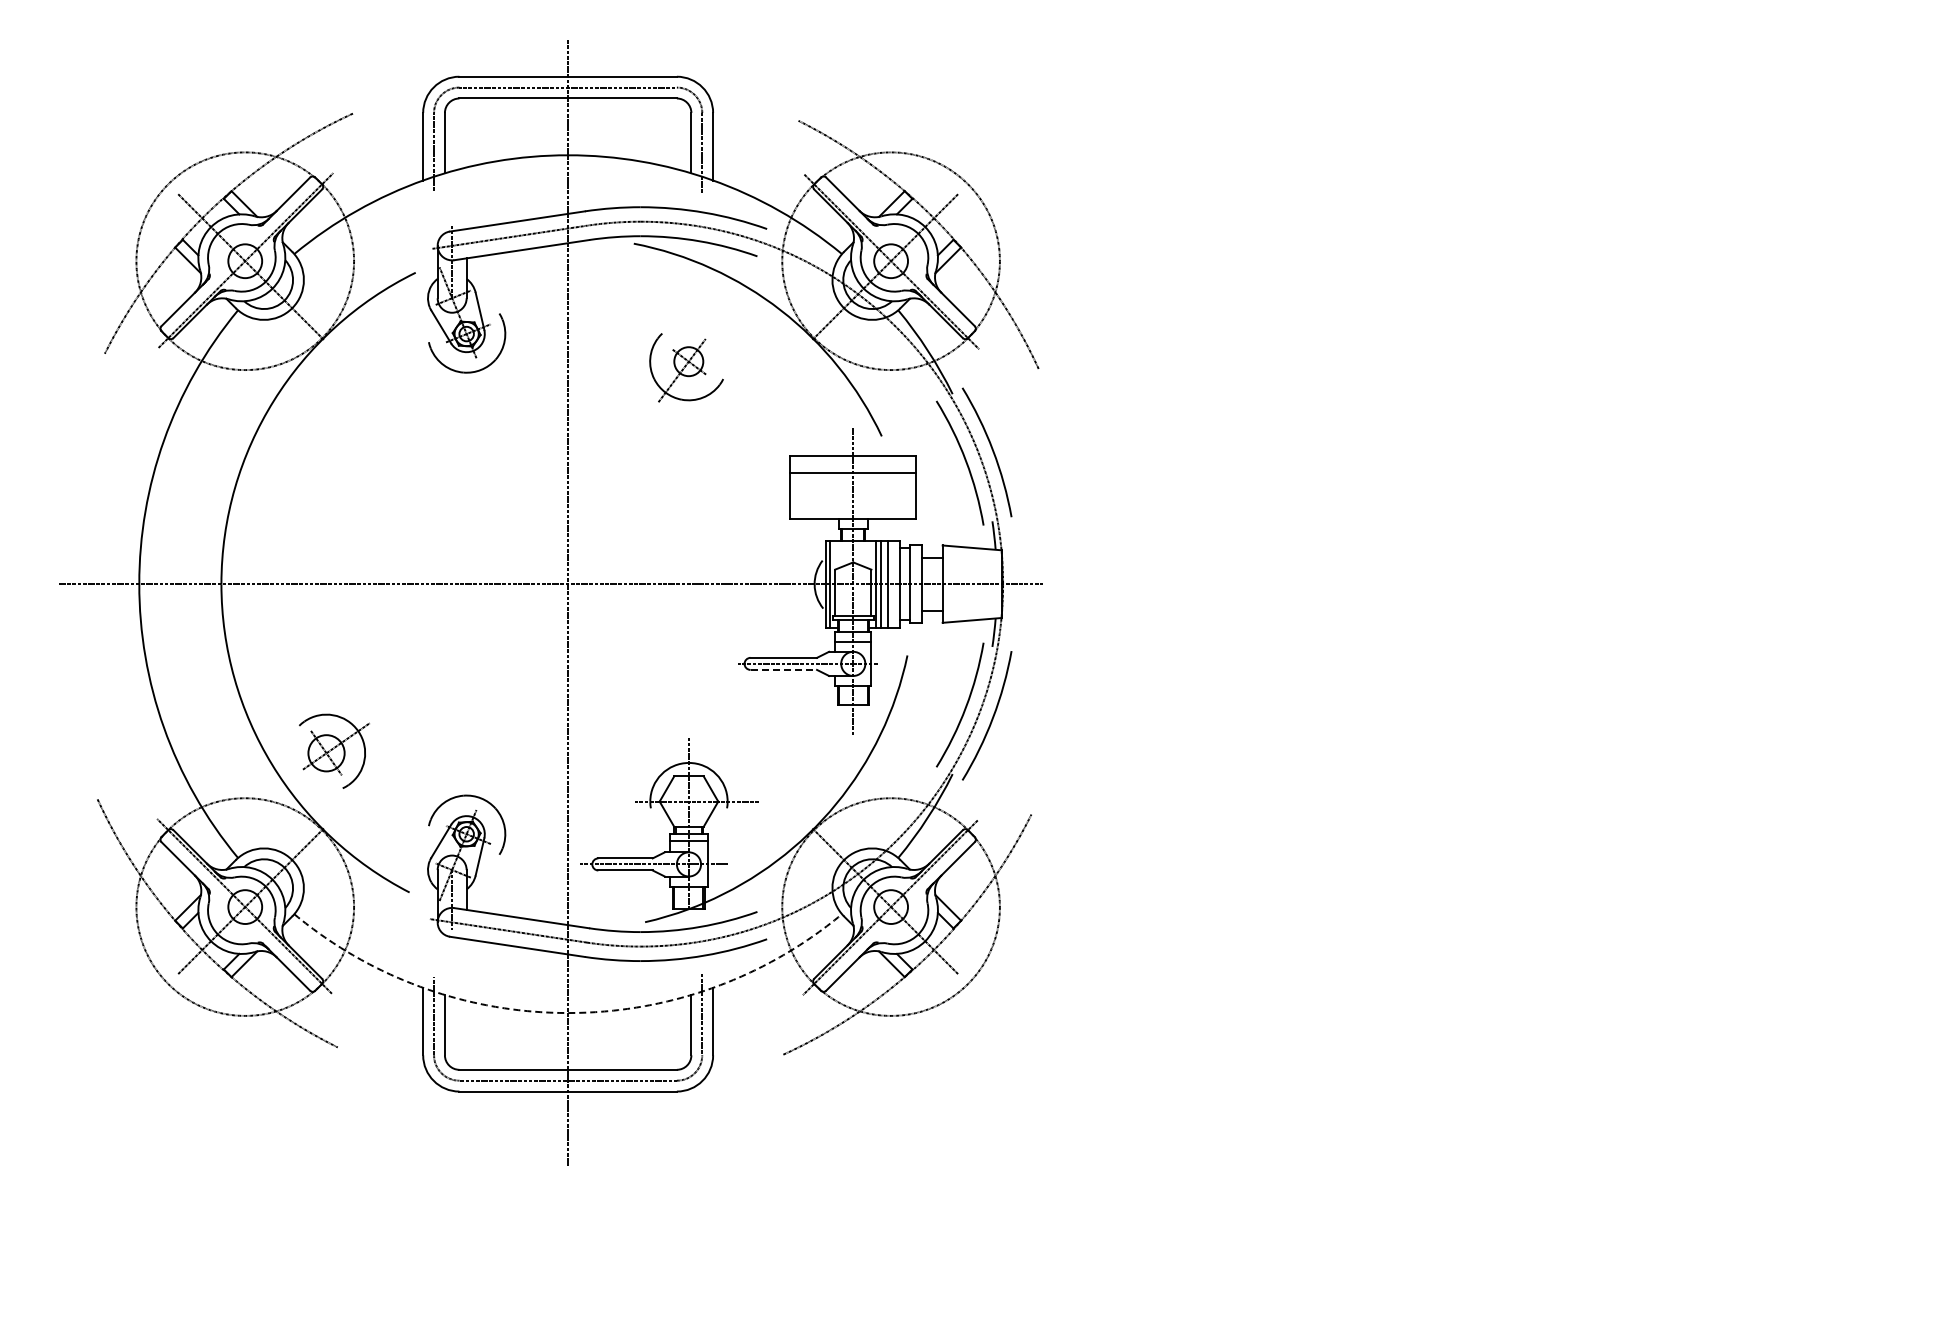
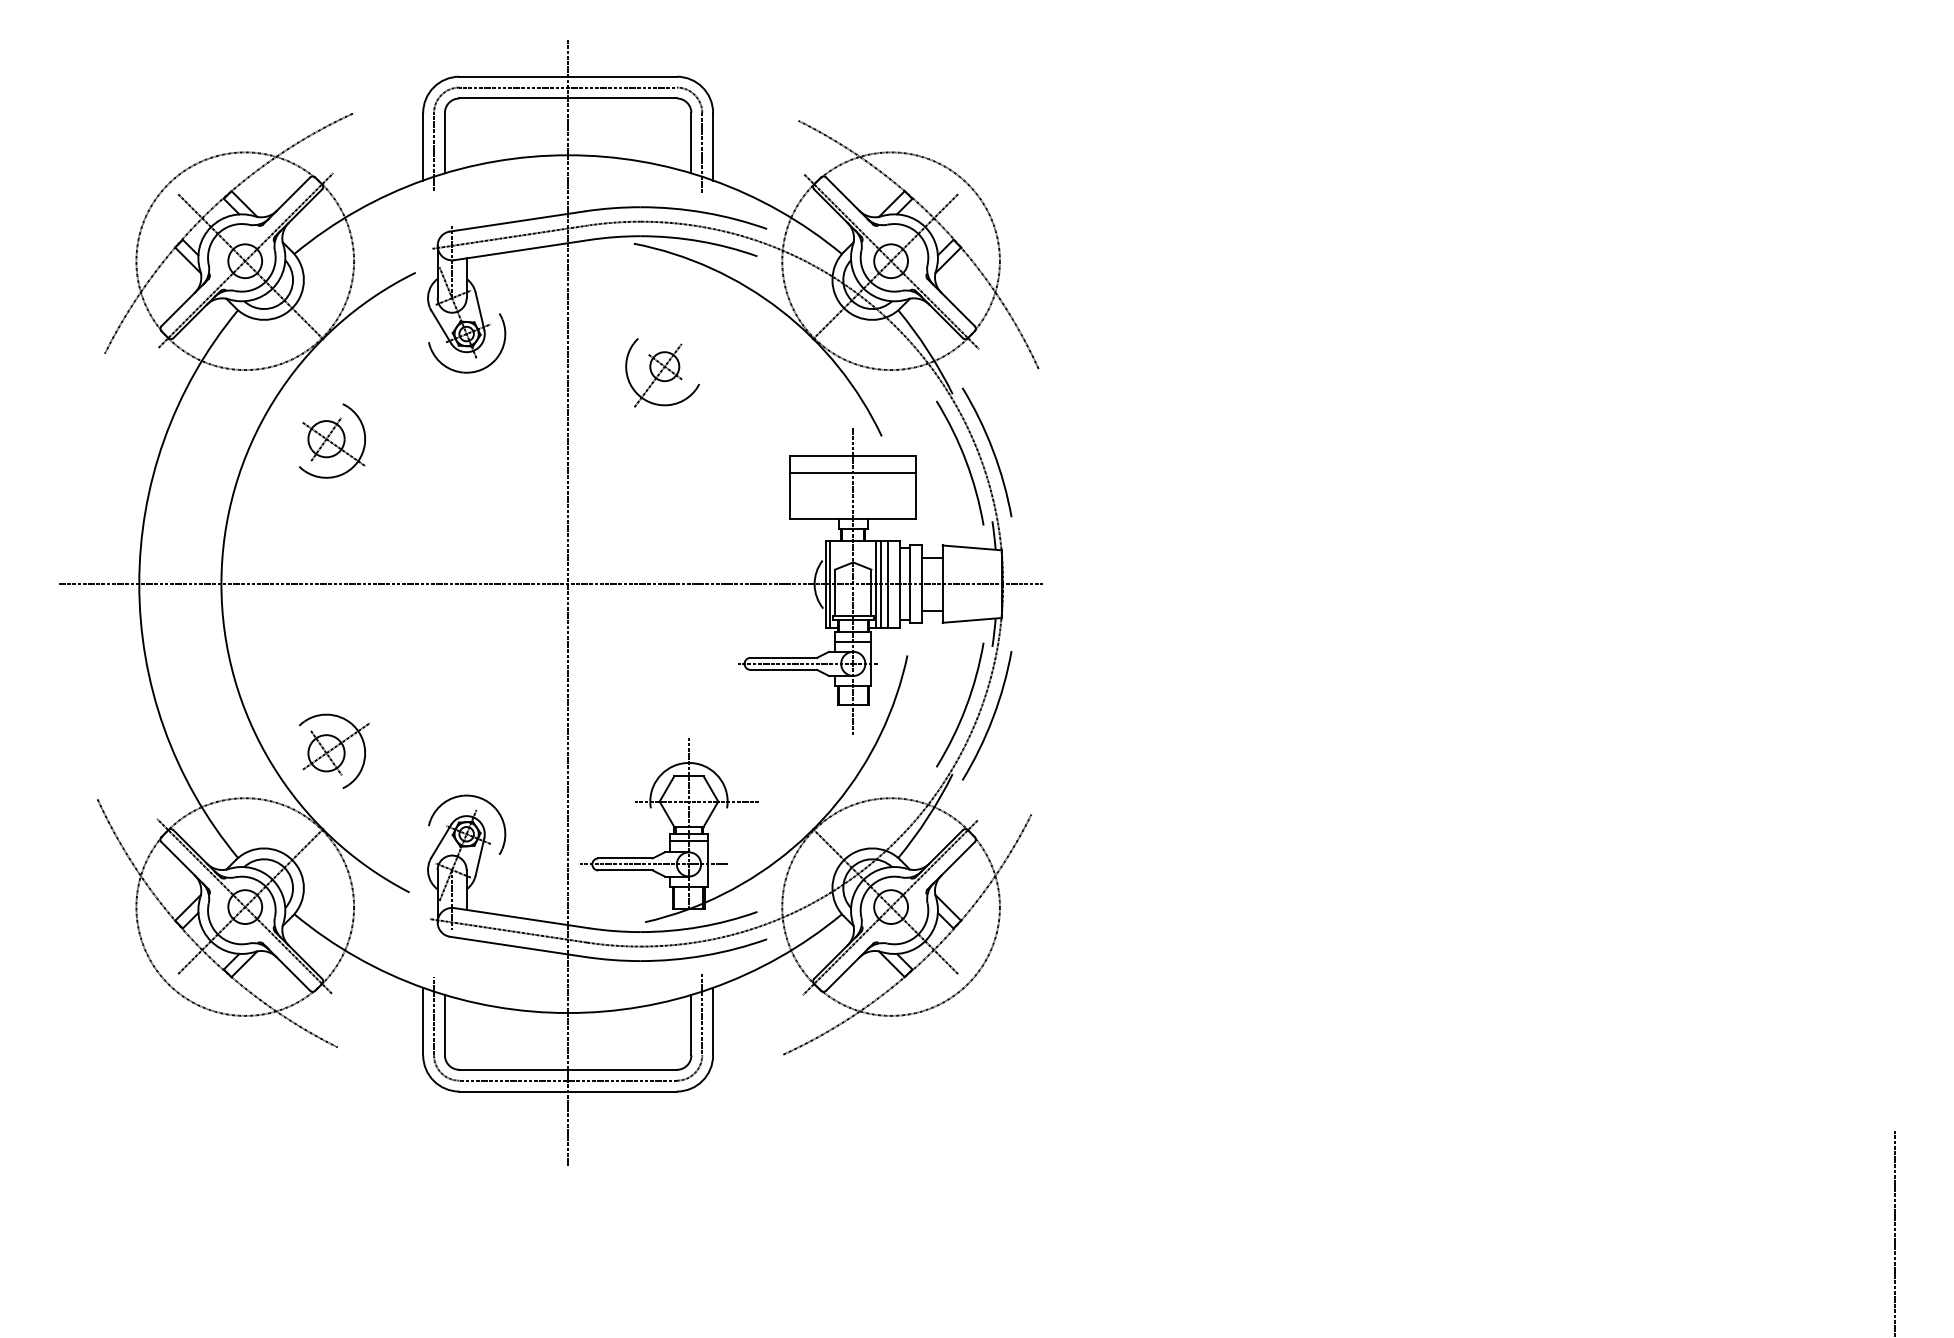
part at (686, 367) position: (686, 367) -> (662, 372)
part at (332, 440): none -> present
line at (784, 669): dashed -> solid
arc at (568, 1013): dashed -> solid
line at (1895, 1232): none -> present
